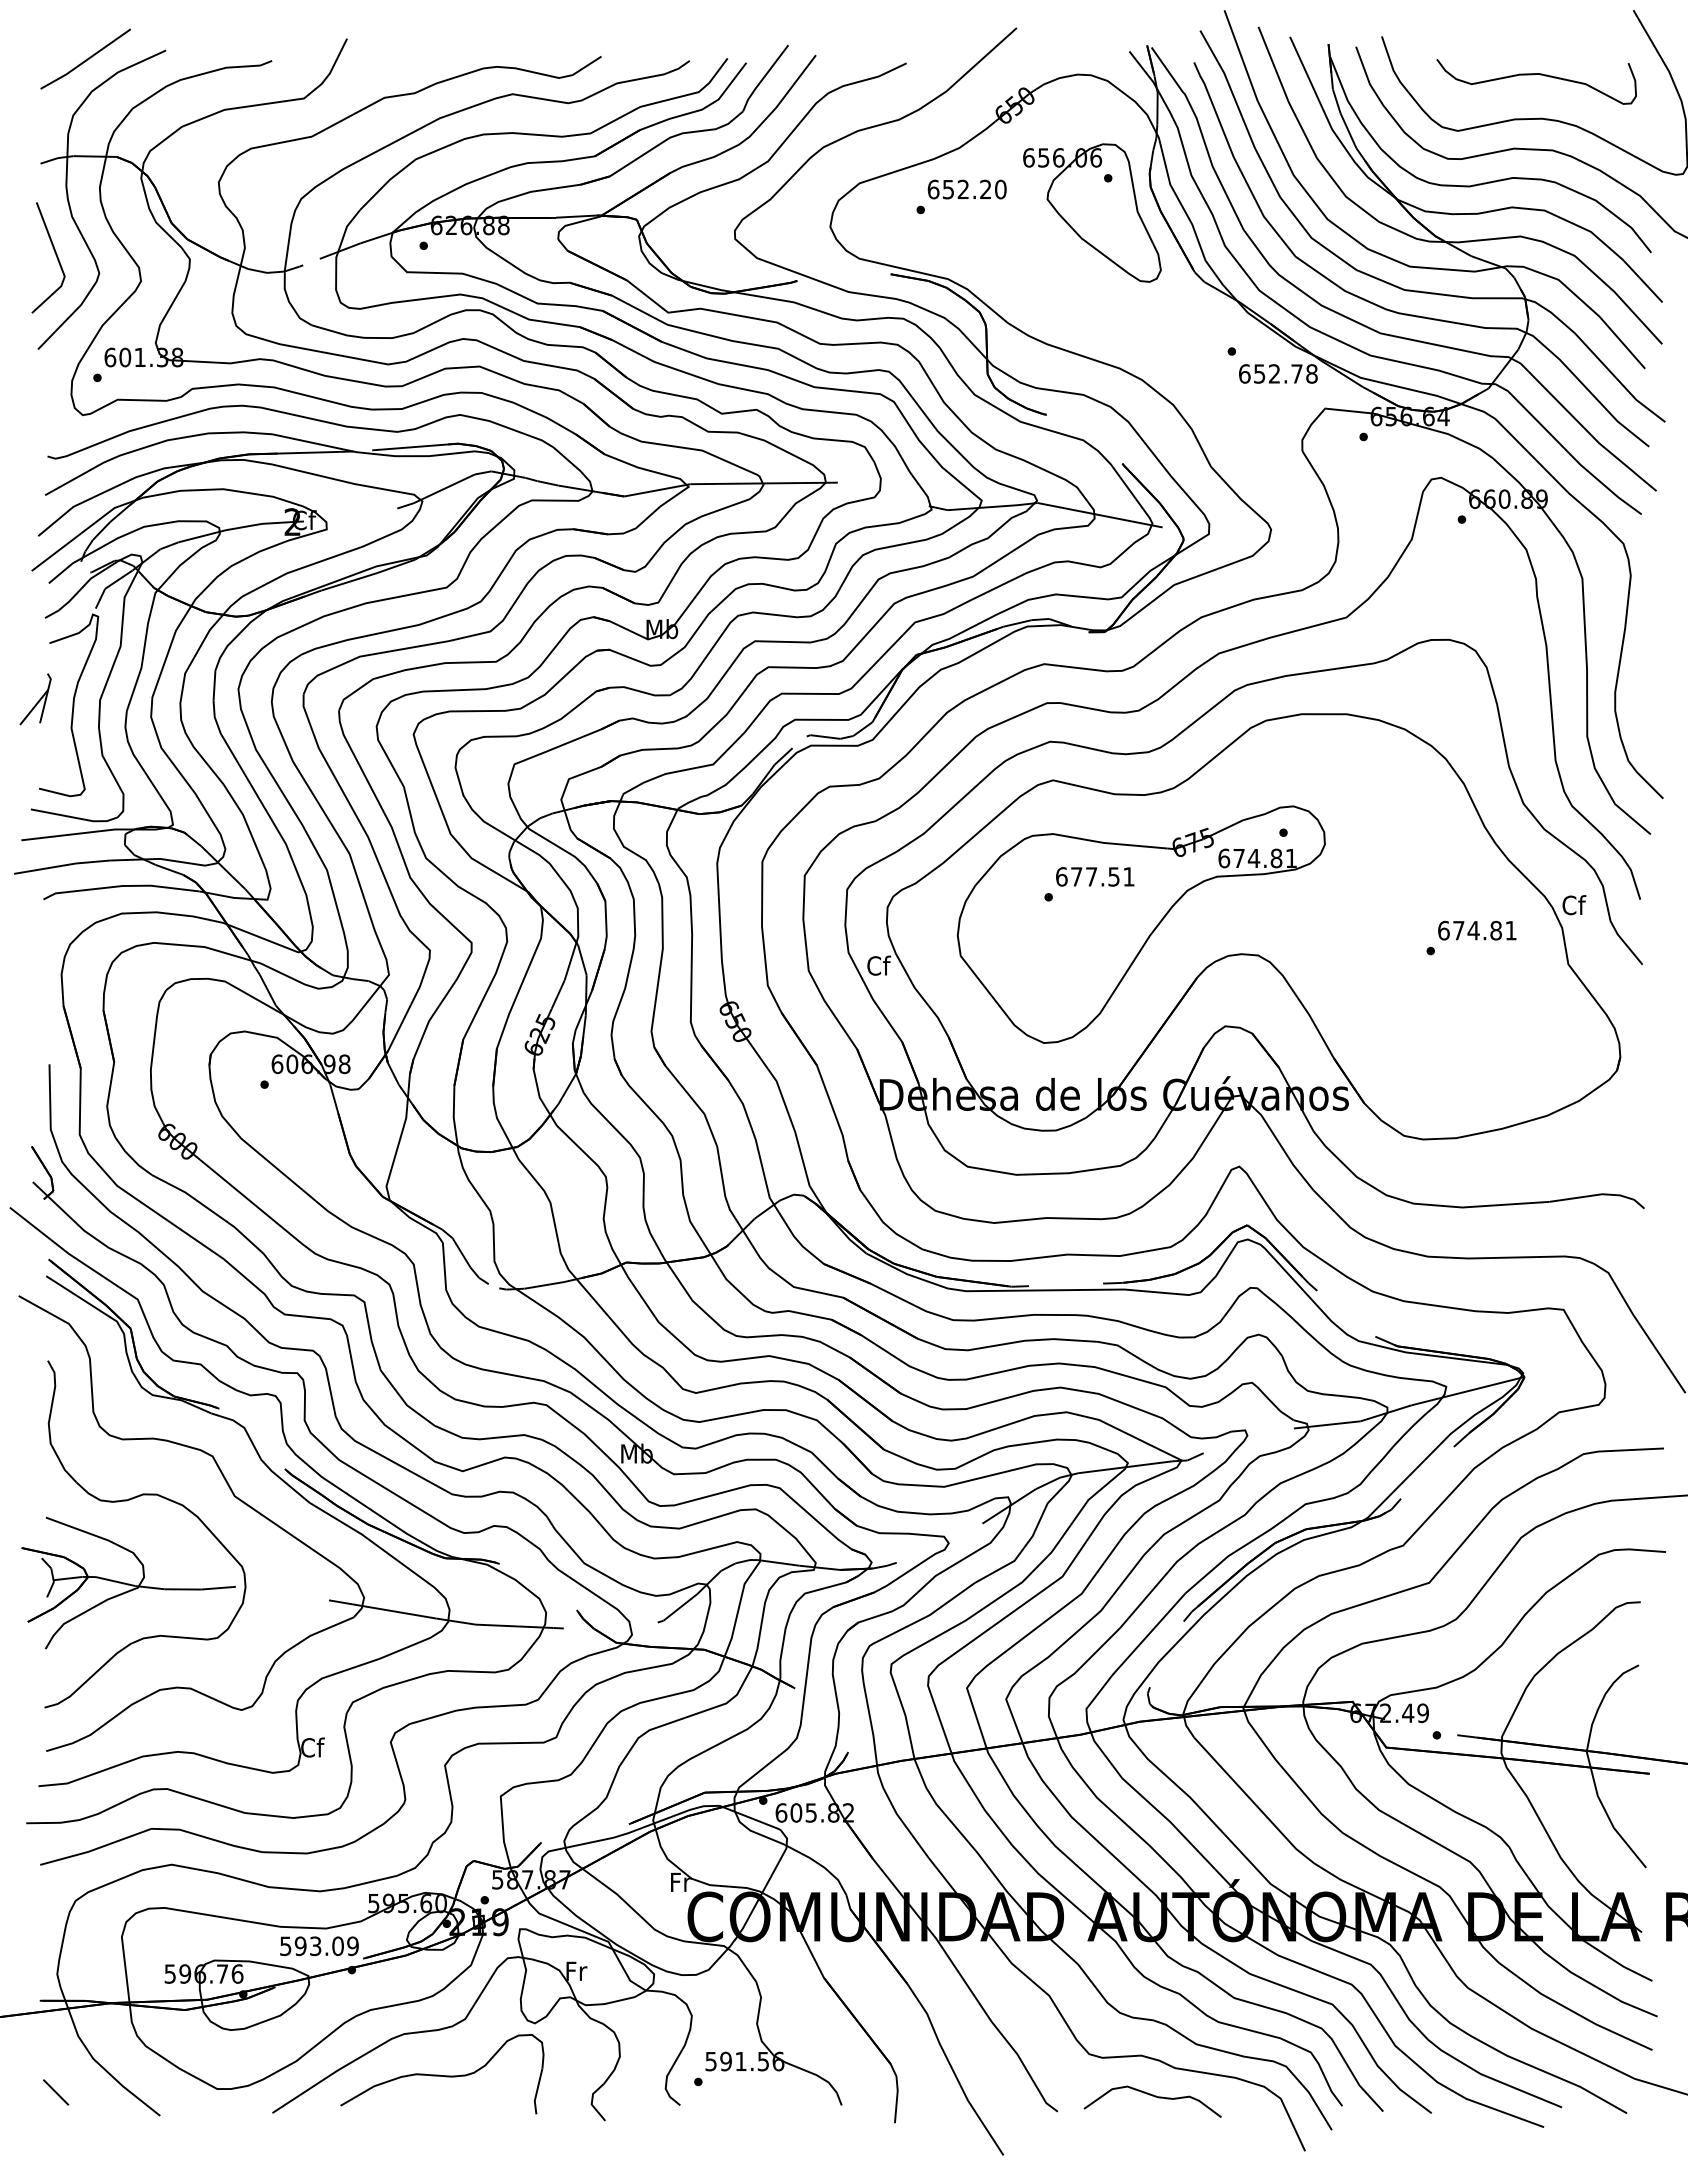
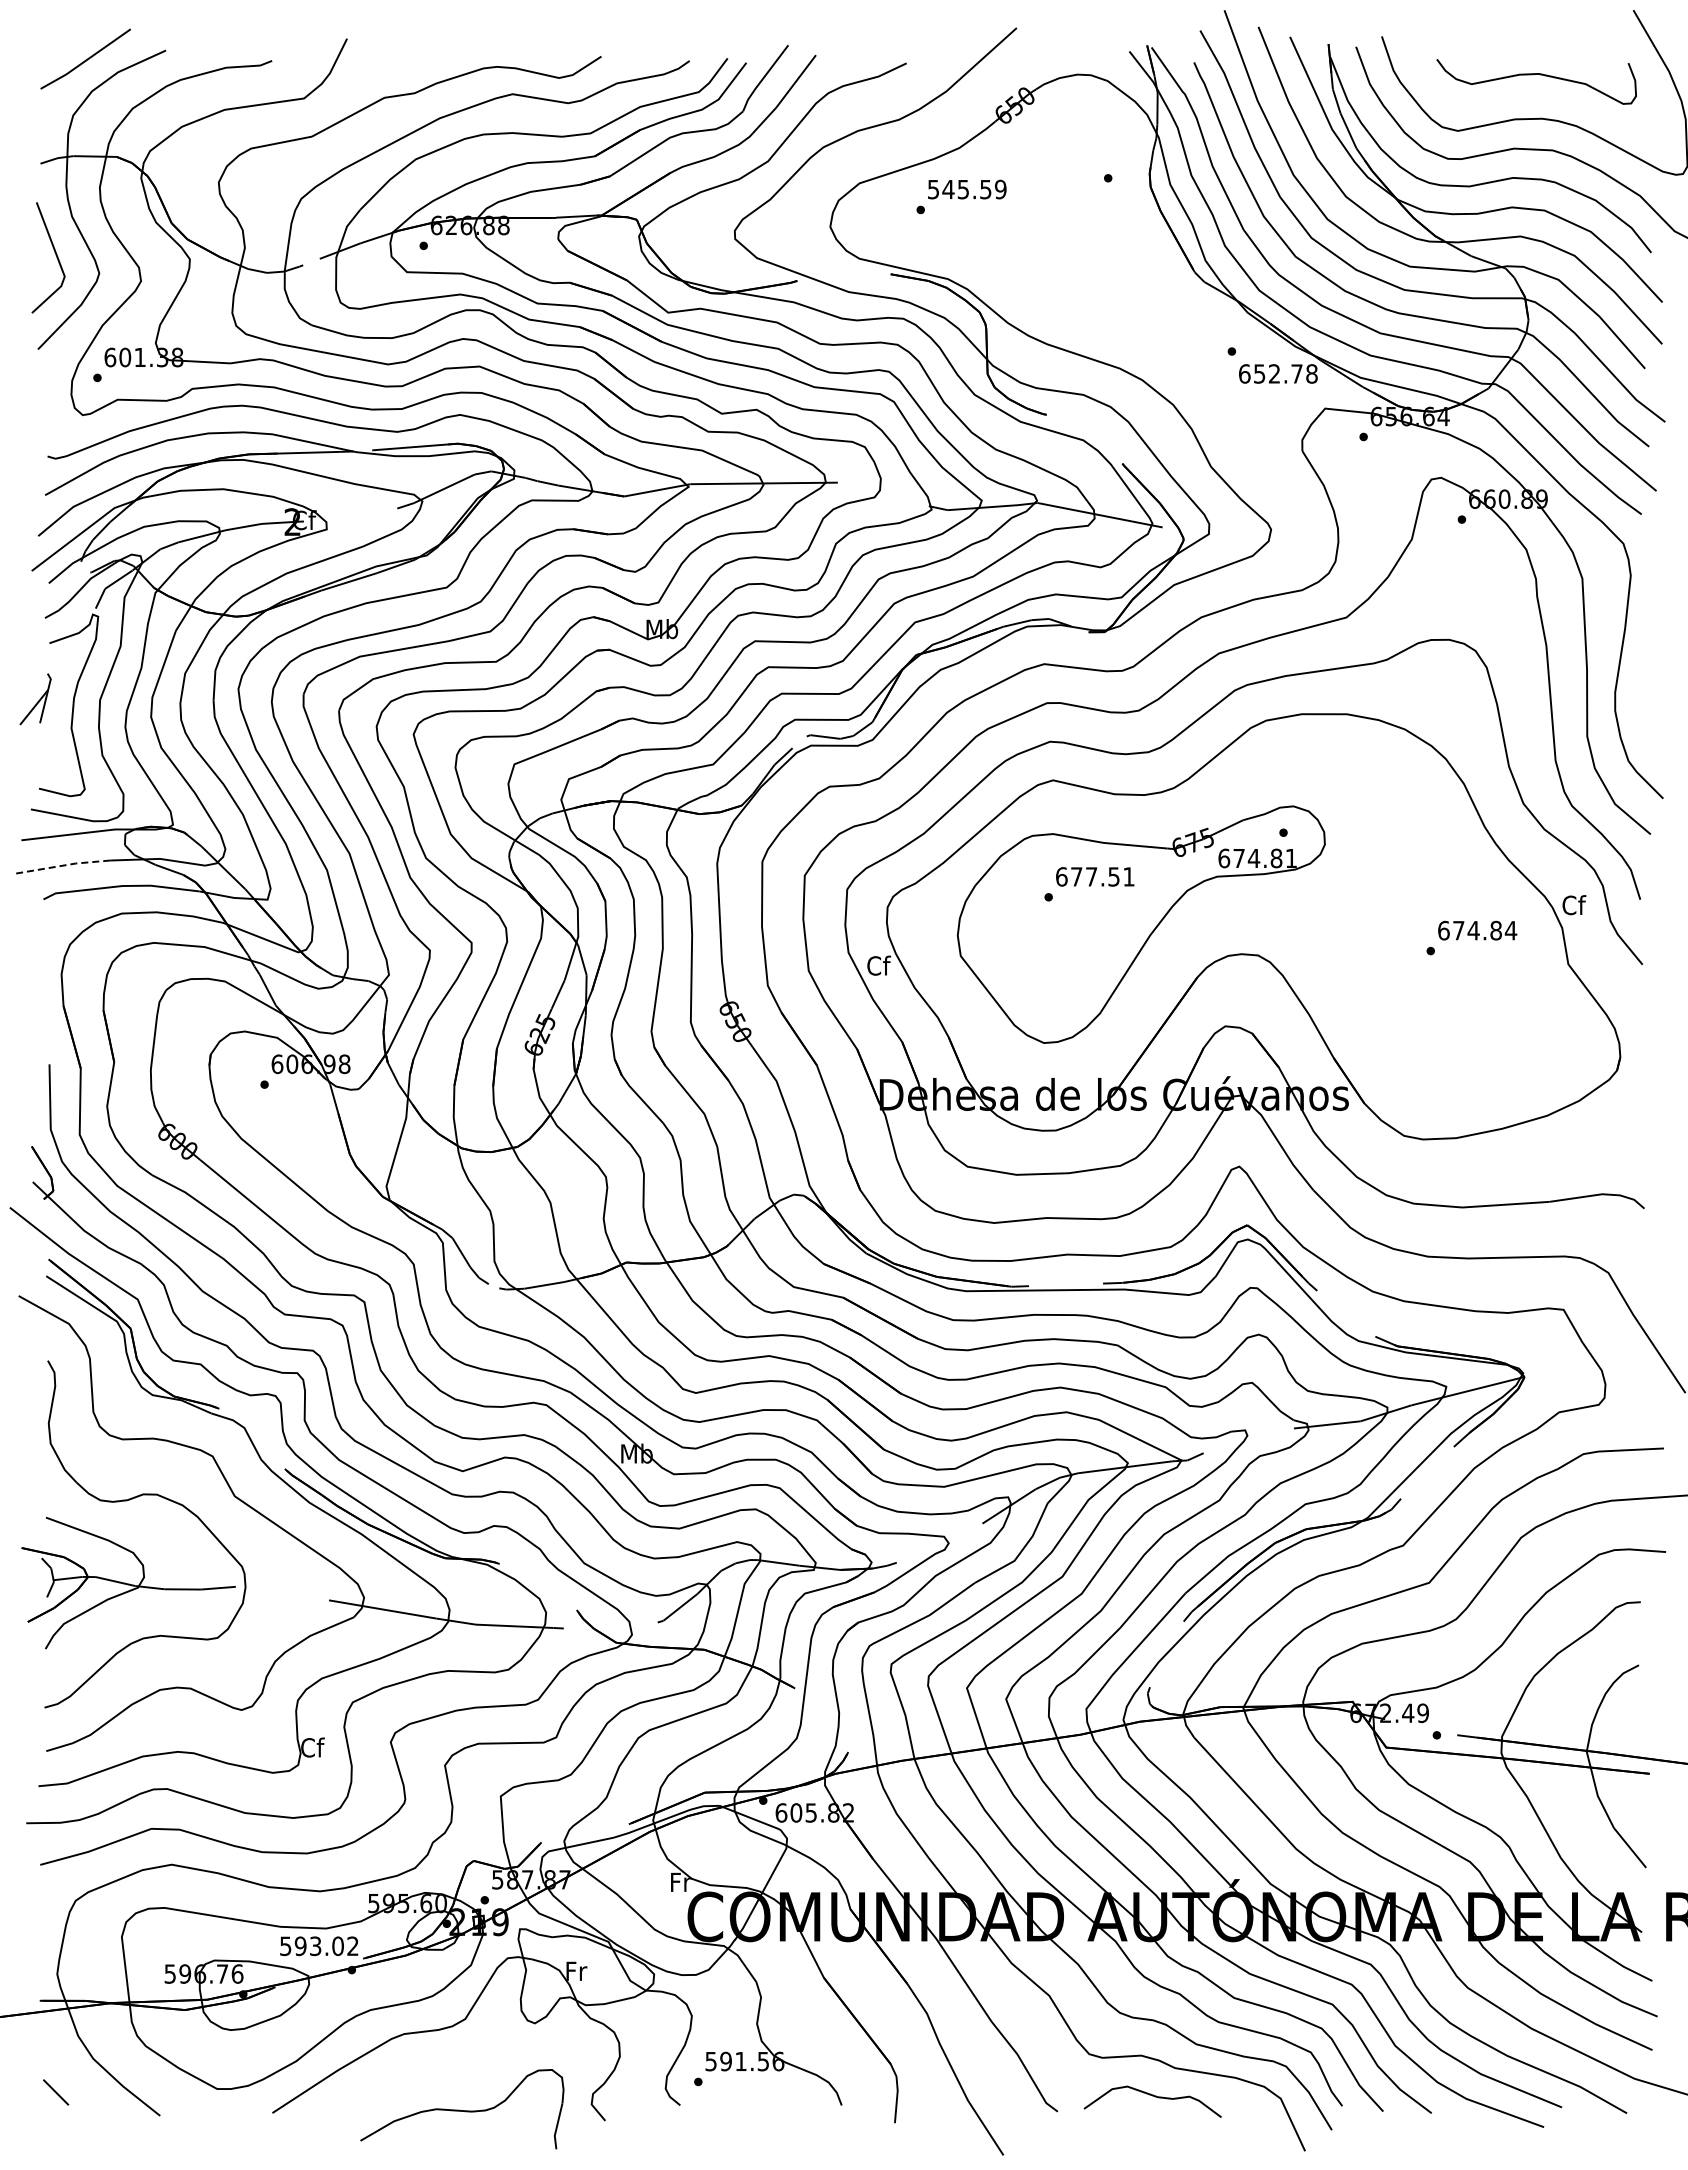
text at (966, 189): 652.20 -> 545.59
part at (1092, 212): present -> none
line at (62, 865): solid -> dashed
text at (1510, 930): 674.81 -> 674.84
text at (352, 1946): 593.09 -> 593.02
part at (442, 2074) position: (442, 2074) -> (462, 2109)
